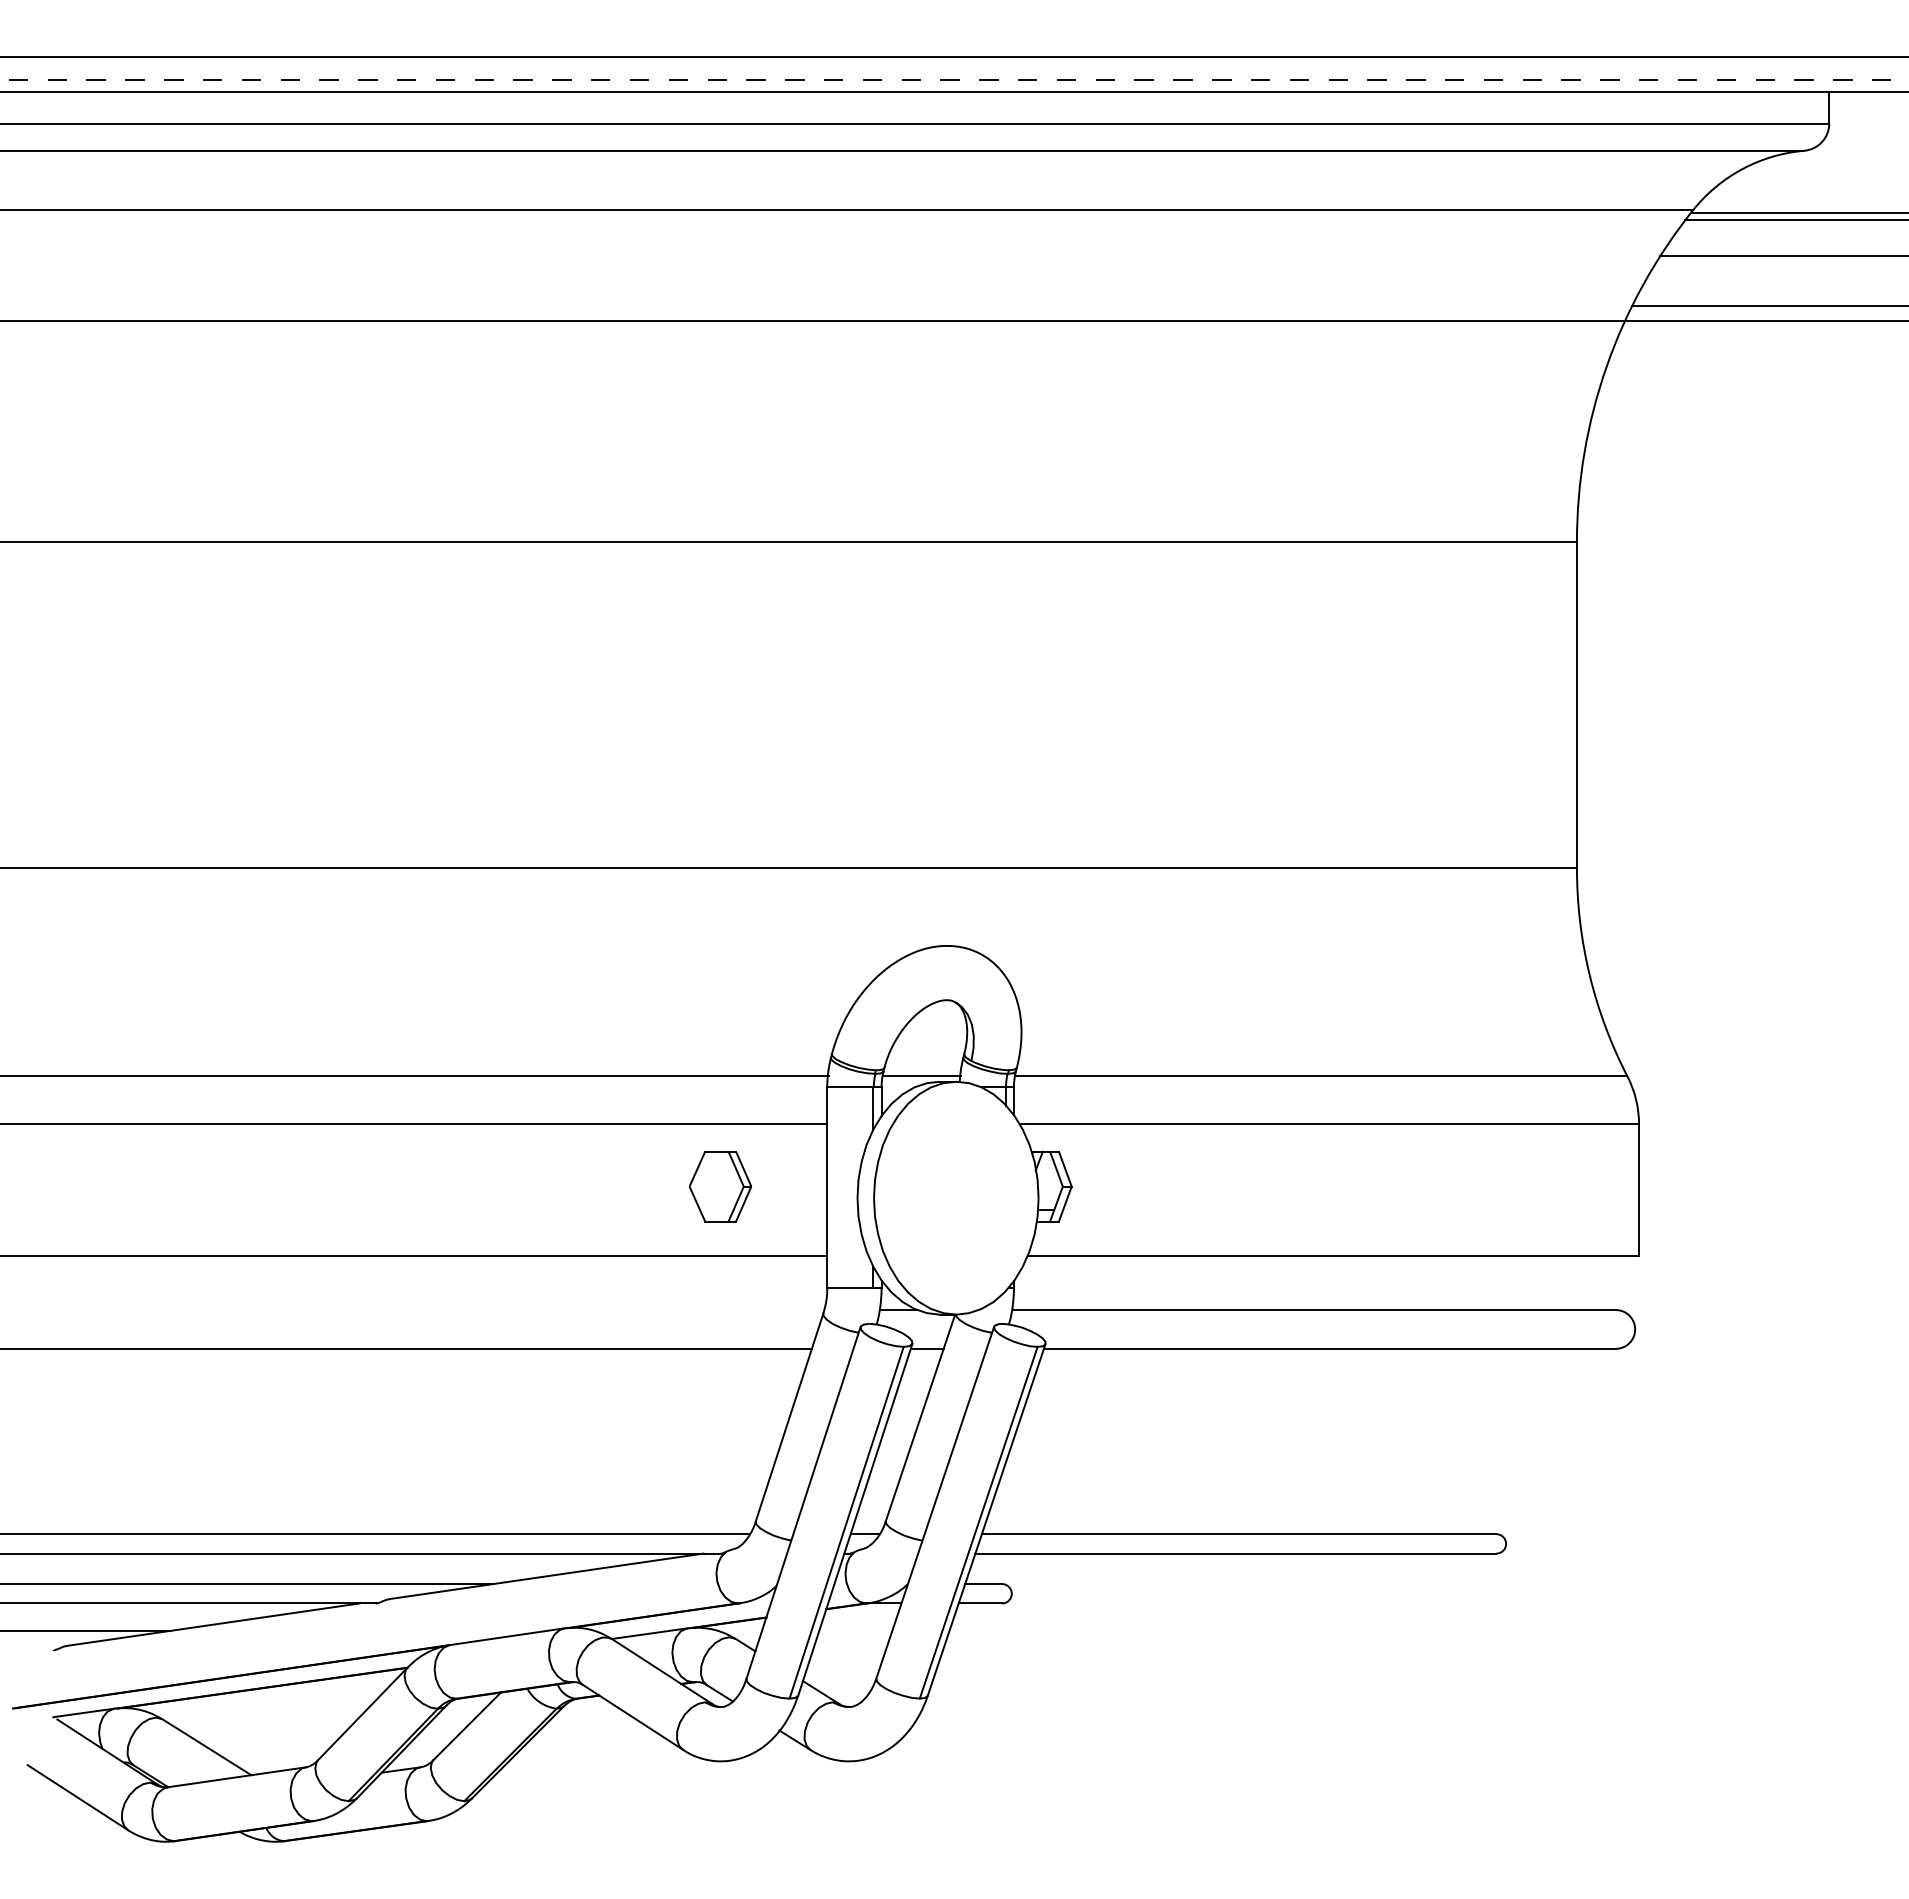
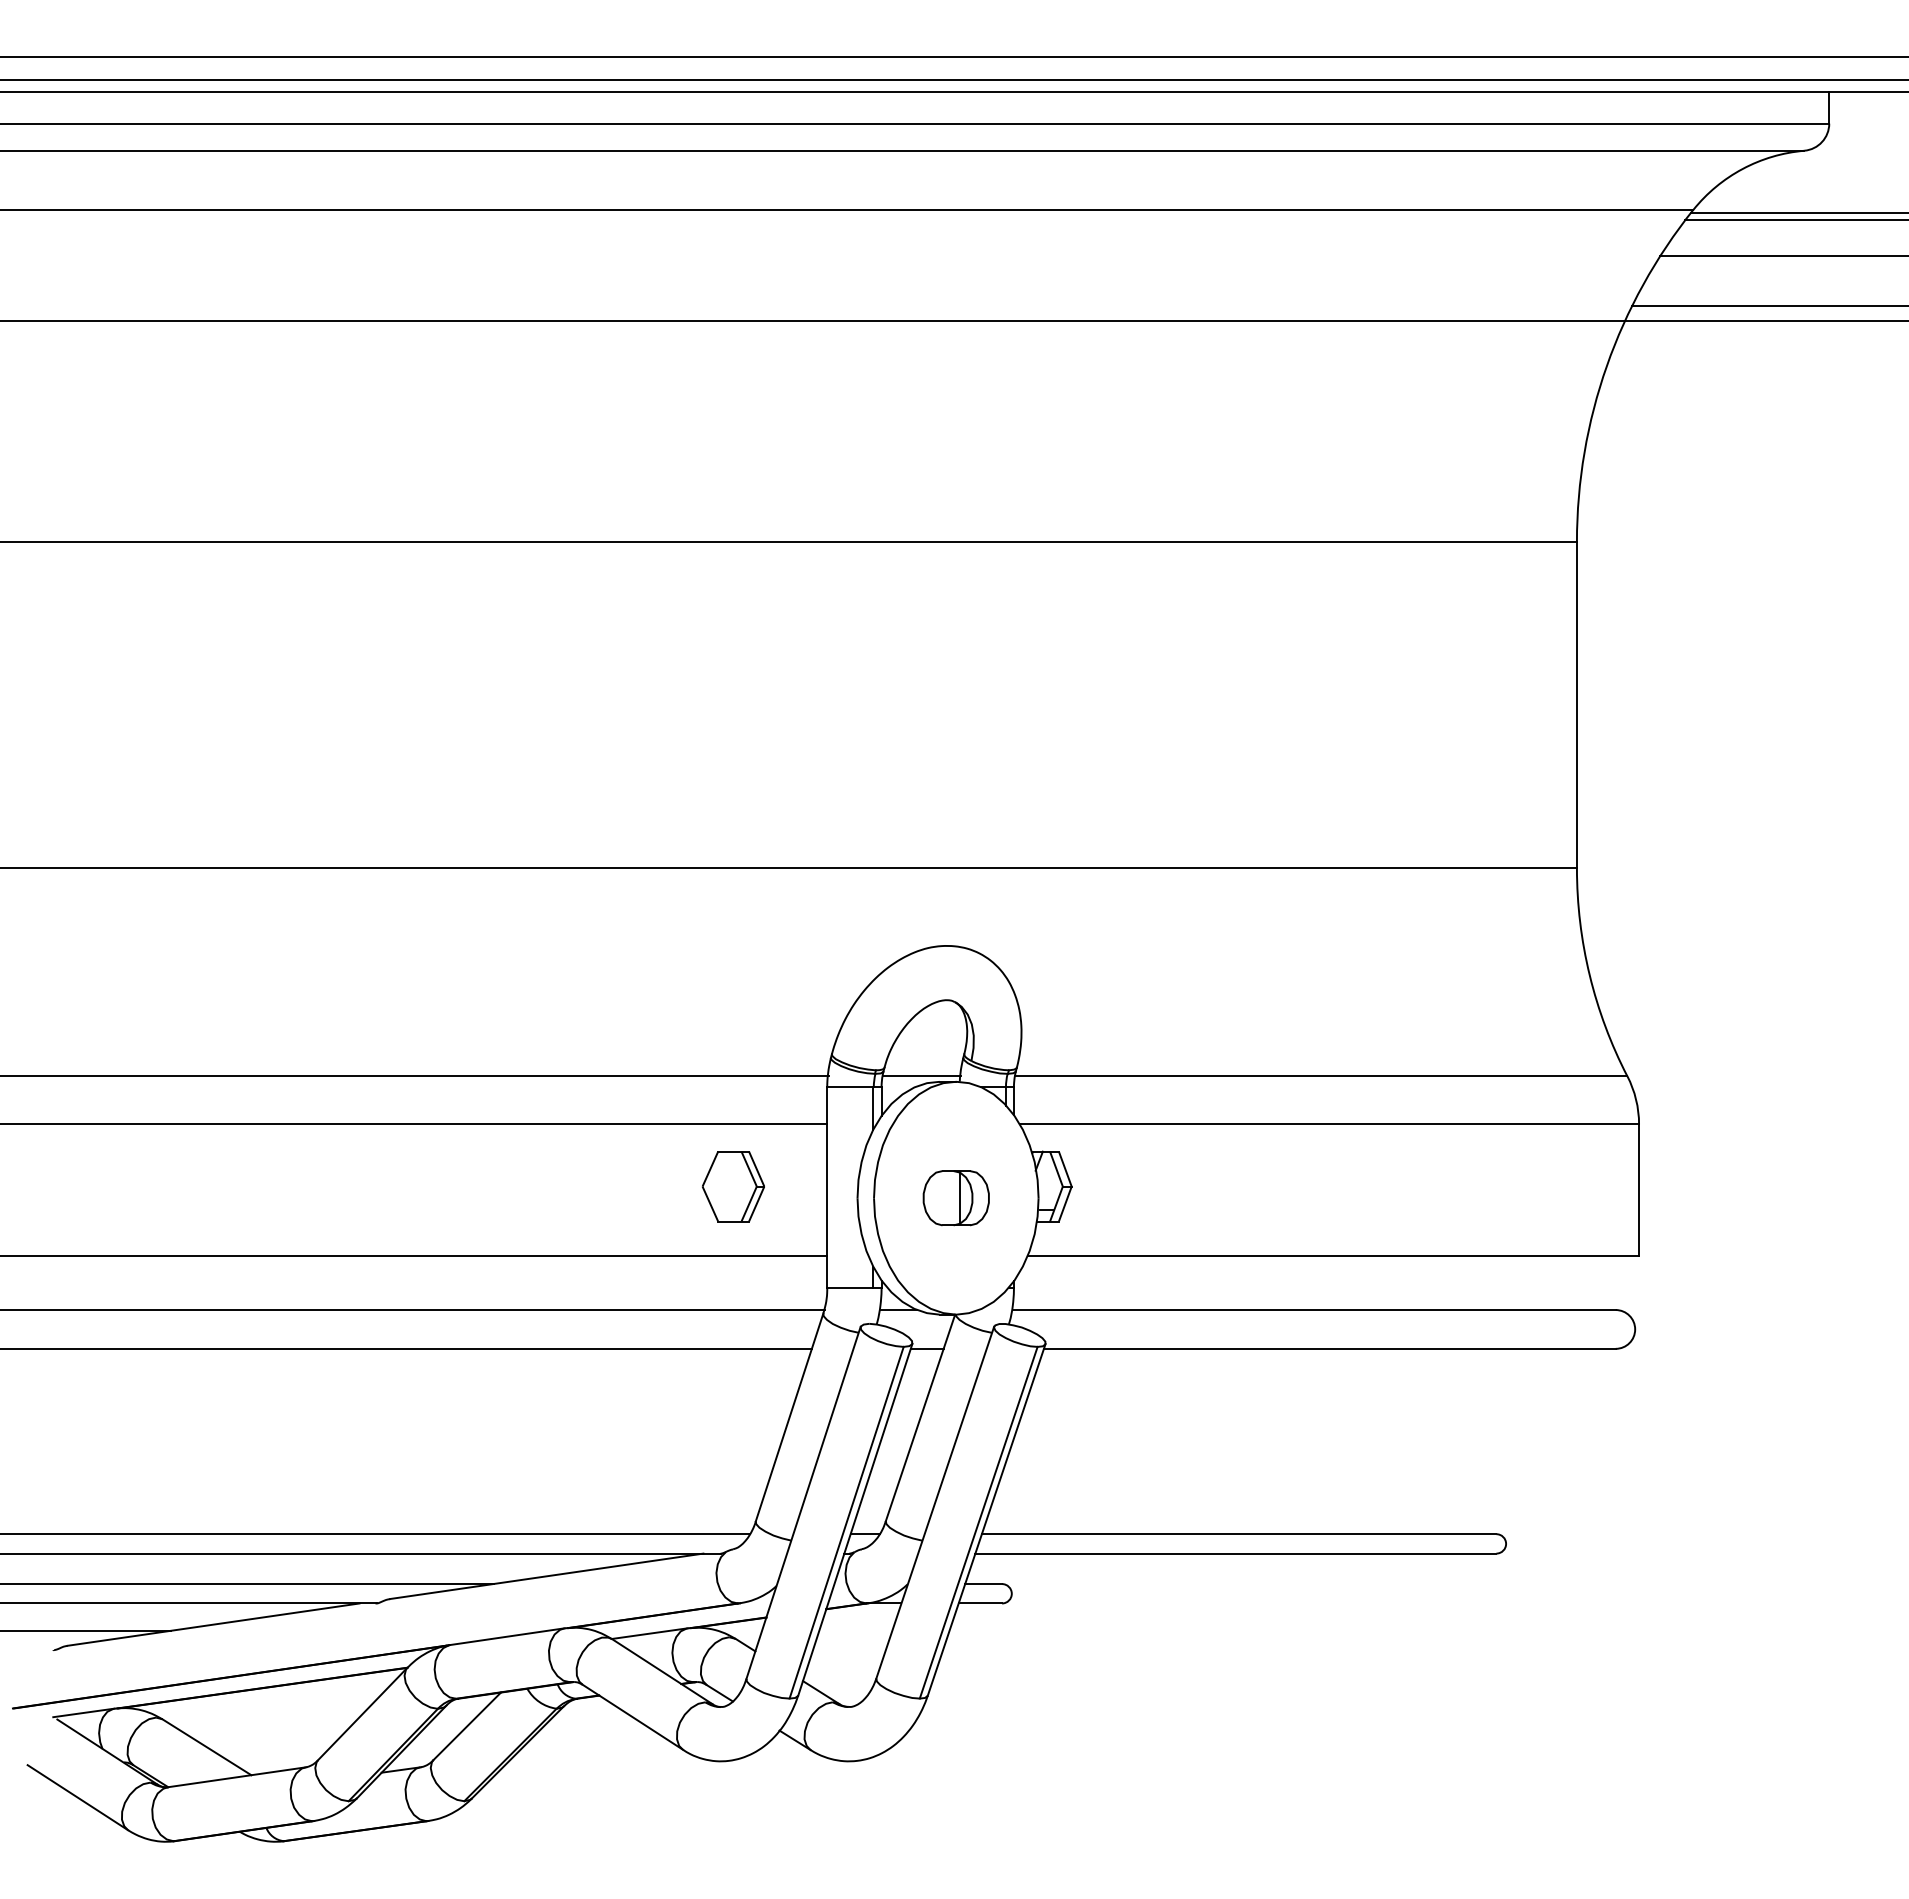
line at (954, 80): dashed -> solid
part at (720, 1186) position: (720, 1186) -> (733, 1186)
part at (955, 1198): none -> present
line at (413, 1310): none -> present
